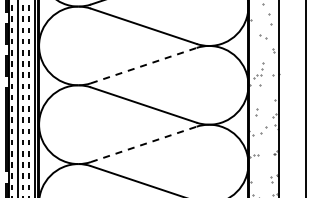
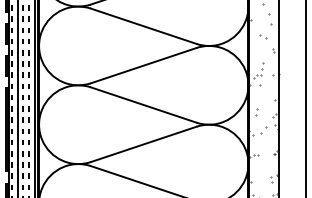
line at (143, 65): dashed -> solid
line at (143, 144): dashed -> solid
